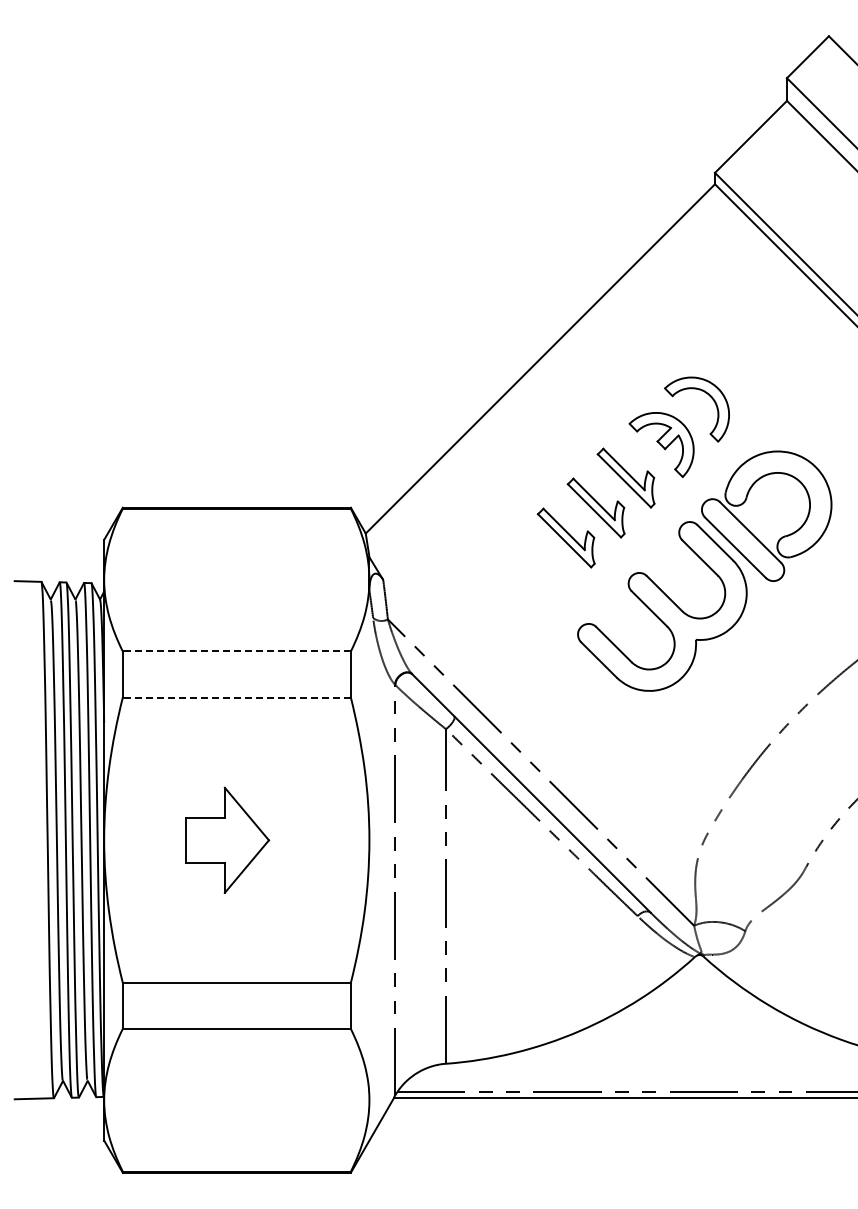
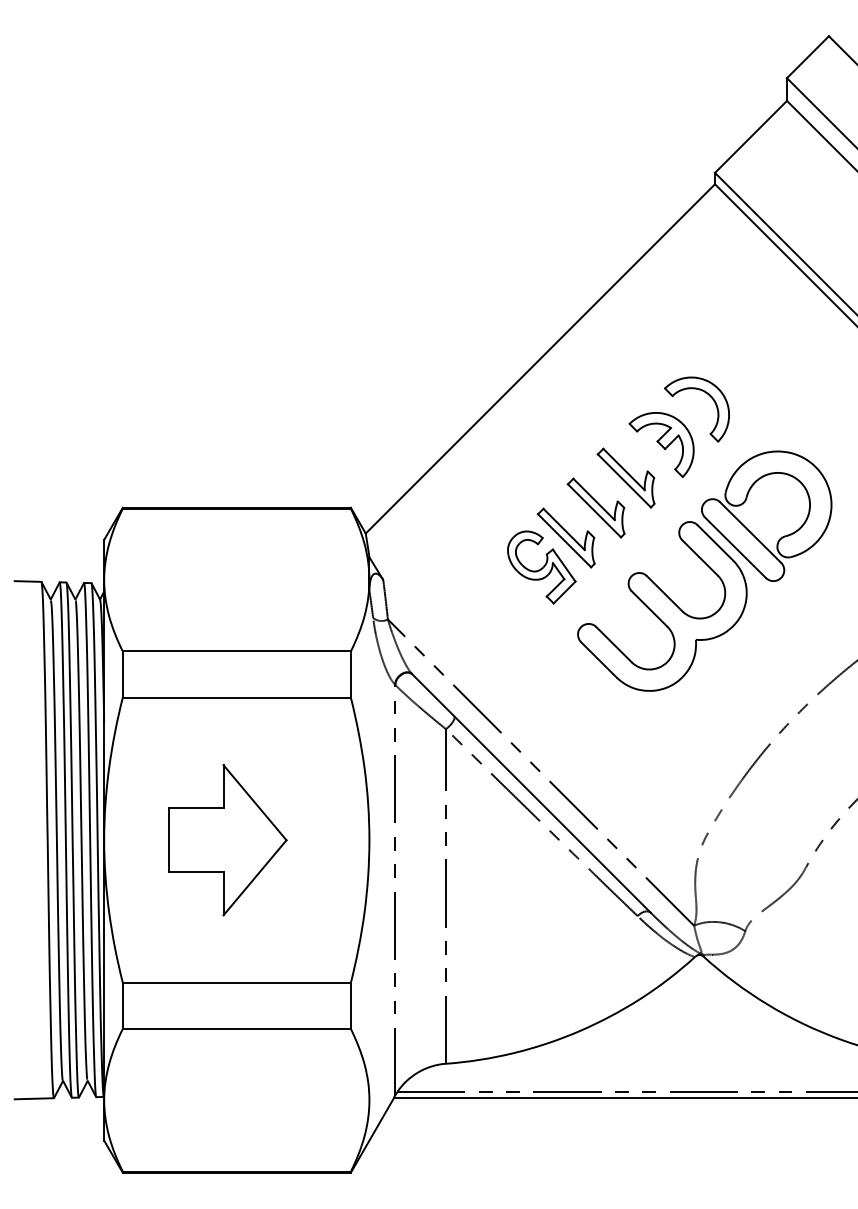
part at (541, 567): none -> present
line at (236, 651): dashed -> solid
line at (236, 697): dashed -> solid
part at (227, 839) size: 86x108 px -> 120x153 px
